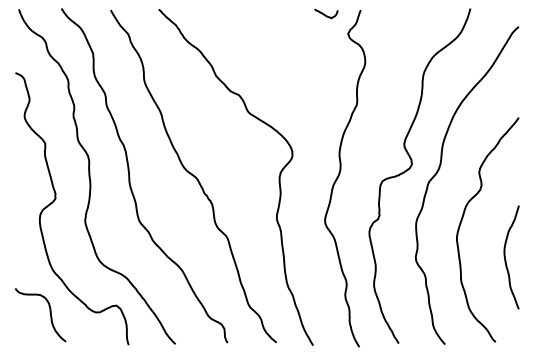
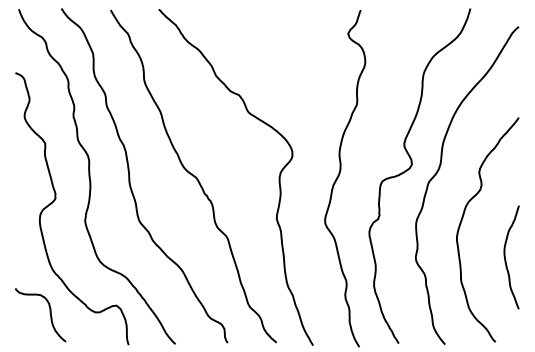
curve at (325, 14): present -> none
